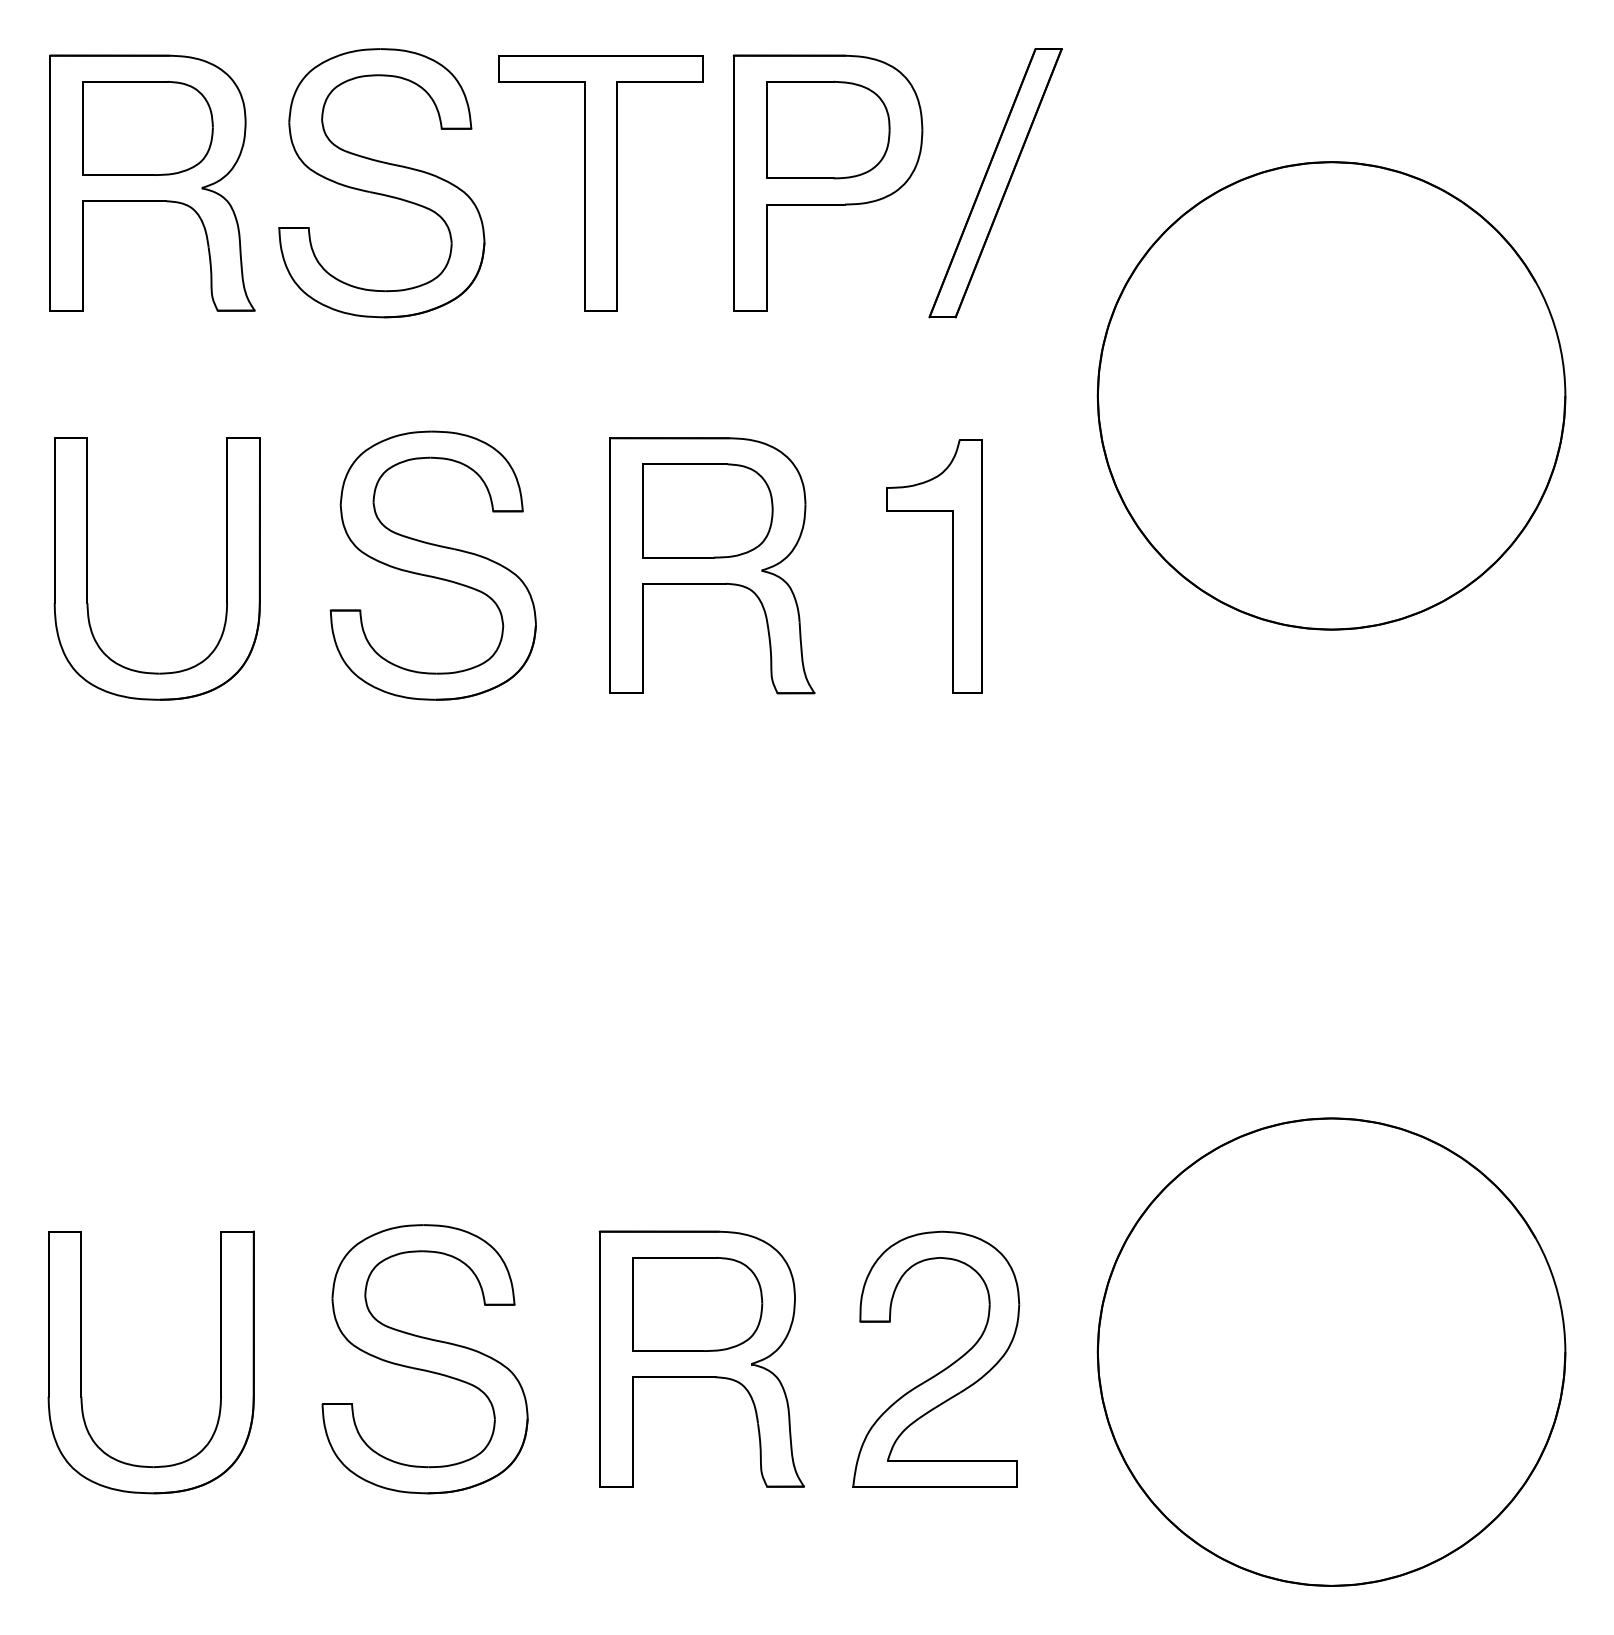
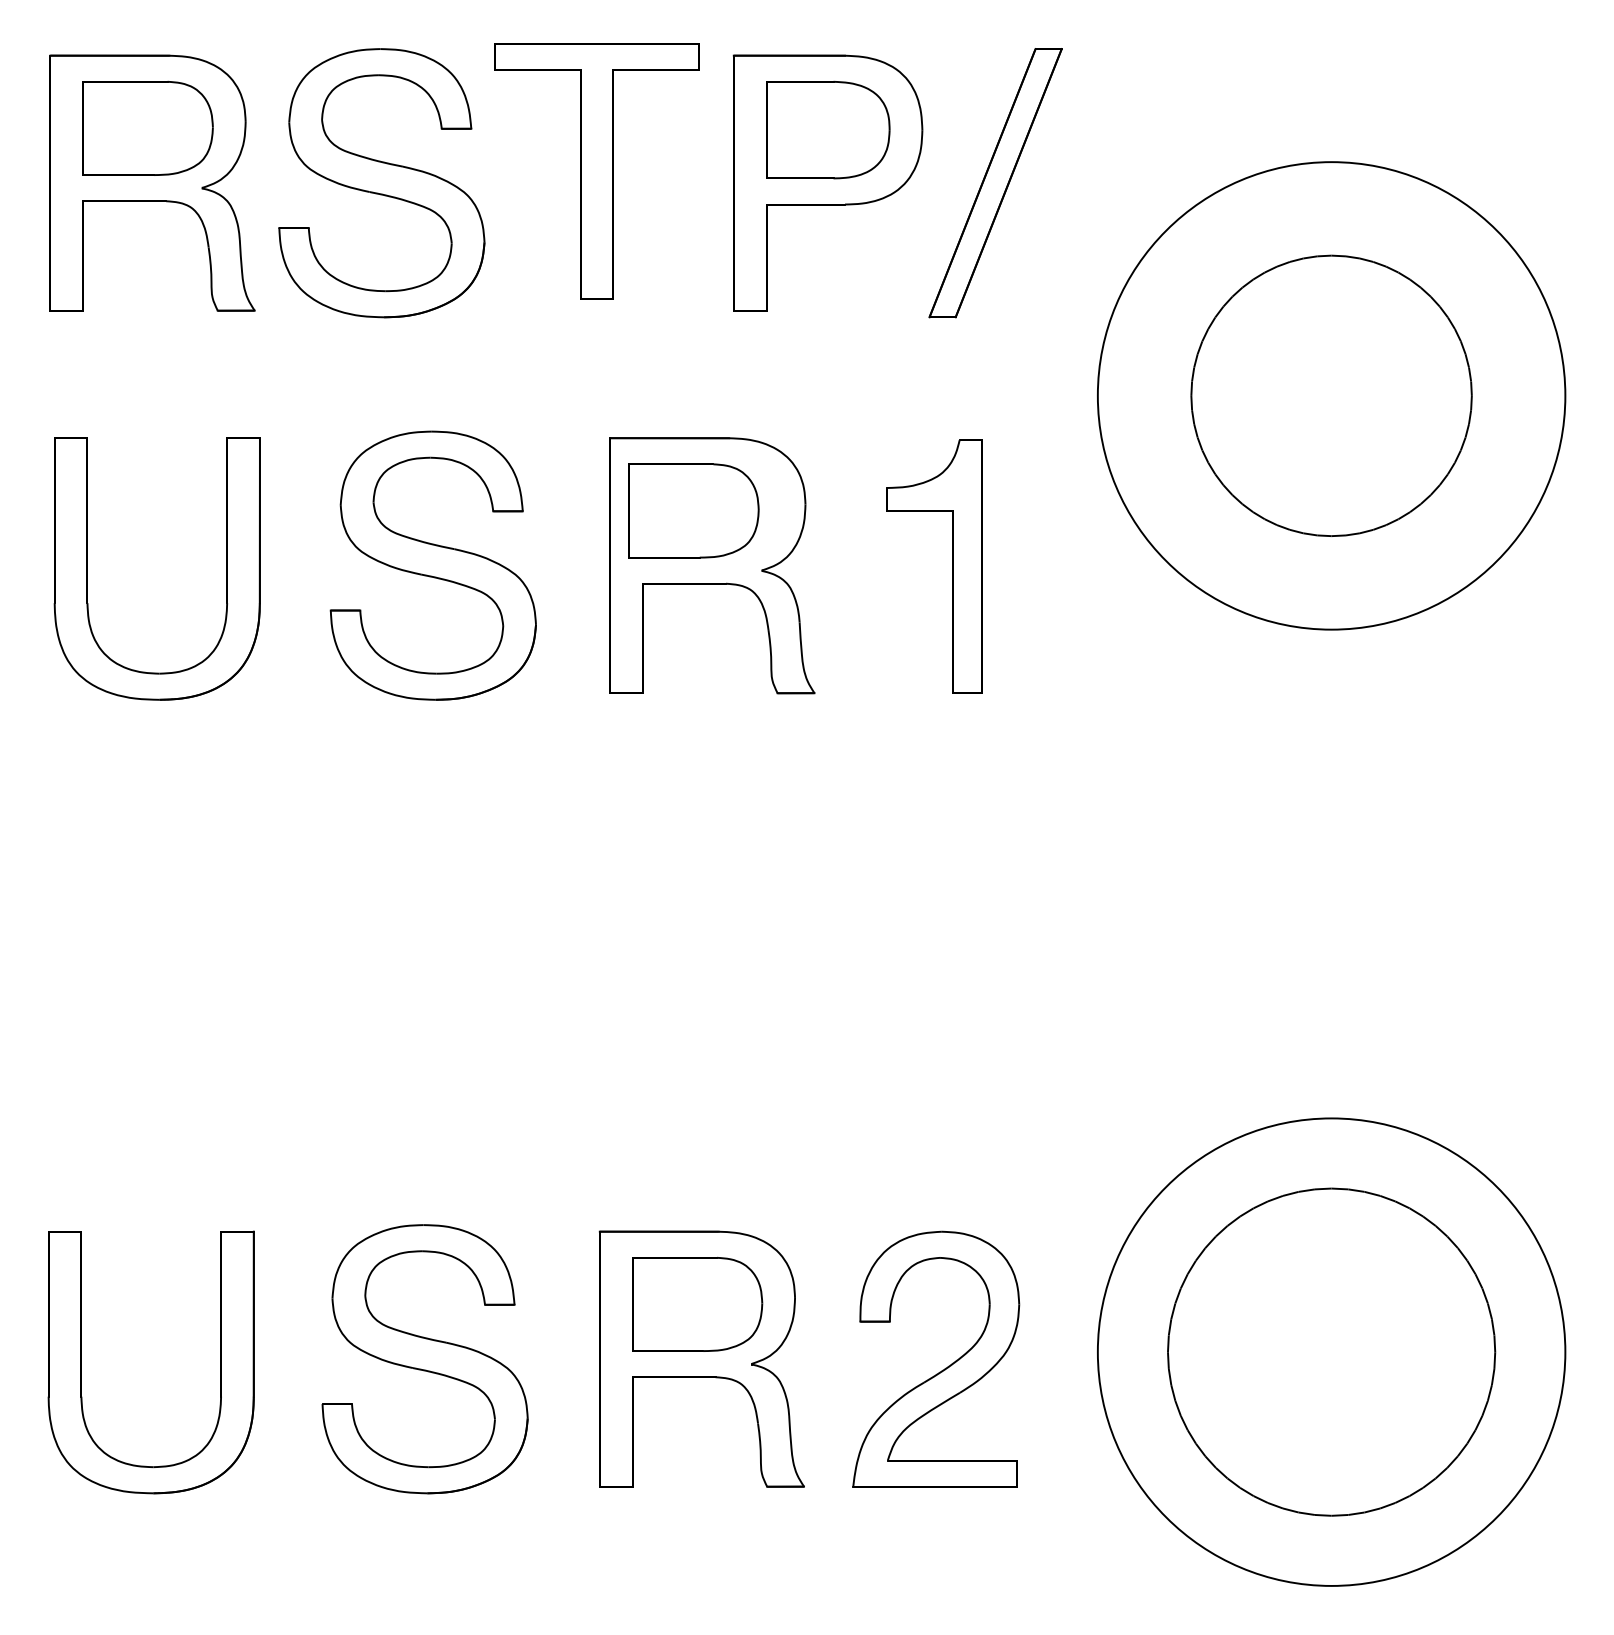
part at (600, 183) position: (600, 183) -> (596, 171)
circle at (1331, 395) diameter: 468 px -> 281 px
part at (707, 510) position: (707, 510) -> (693, 510)
circle at (1331, 1351) diameter: 468 px -> 327 px
